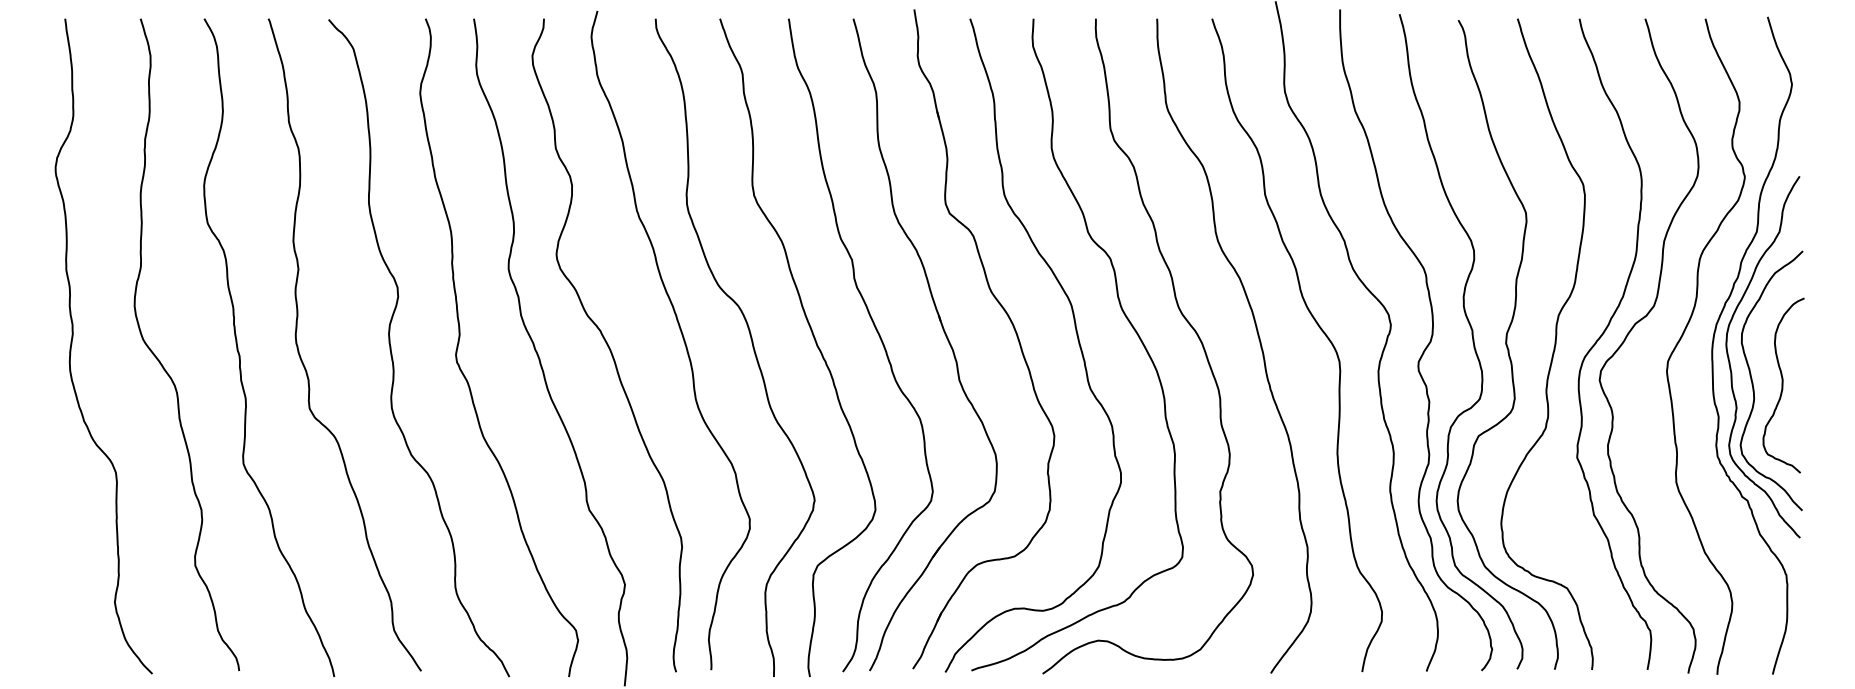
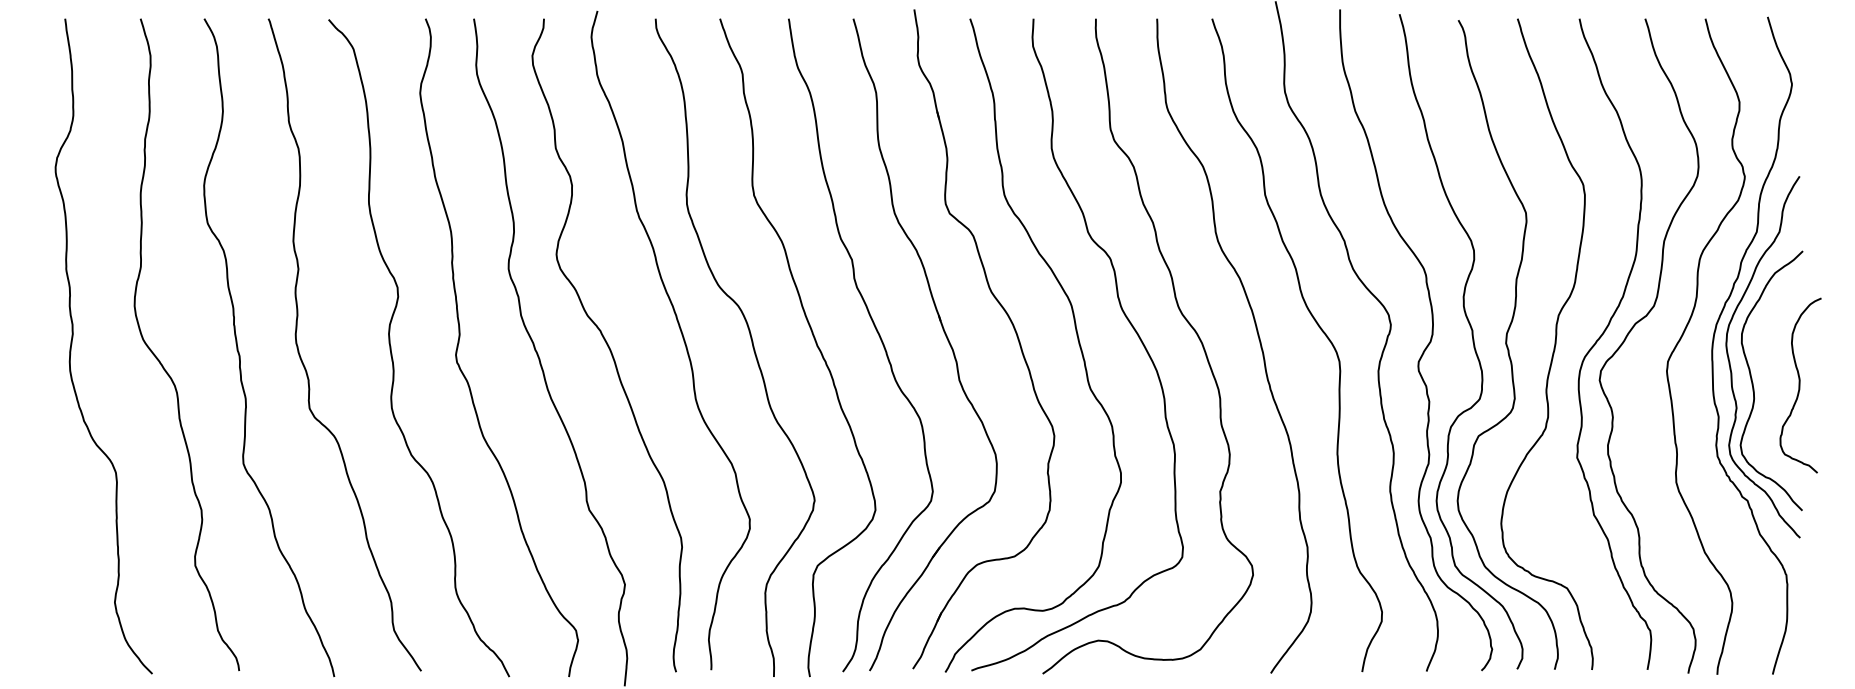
curve at (1783, 385) position: (1783, 385) -> (1800, 385)
